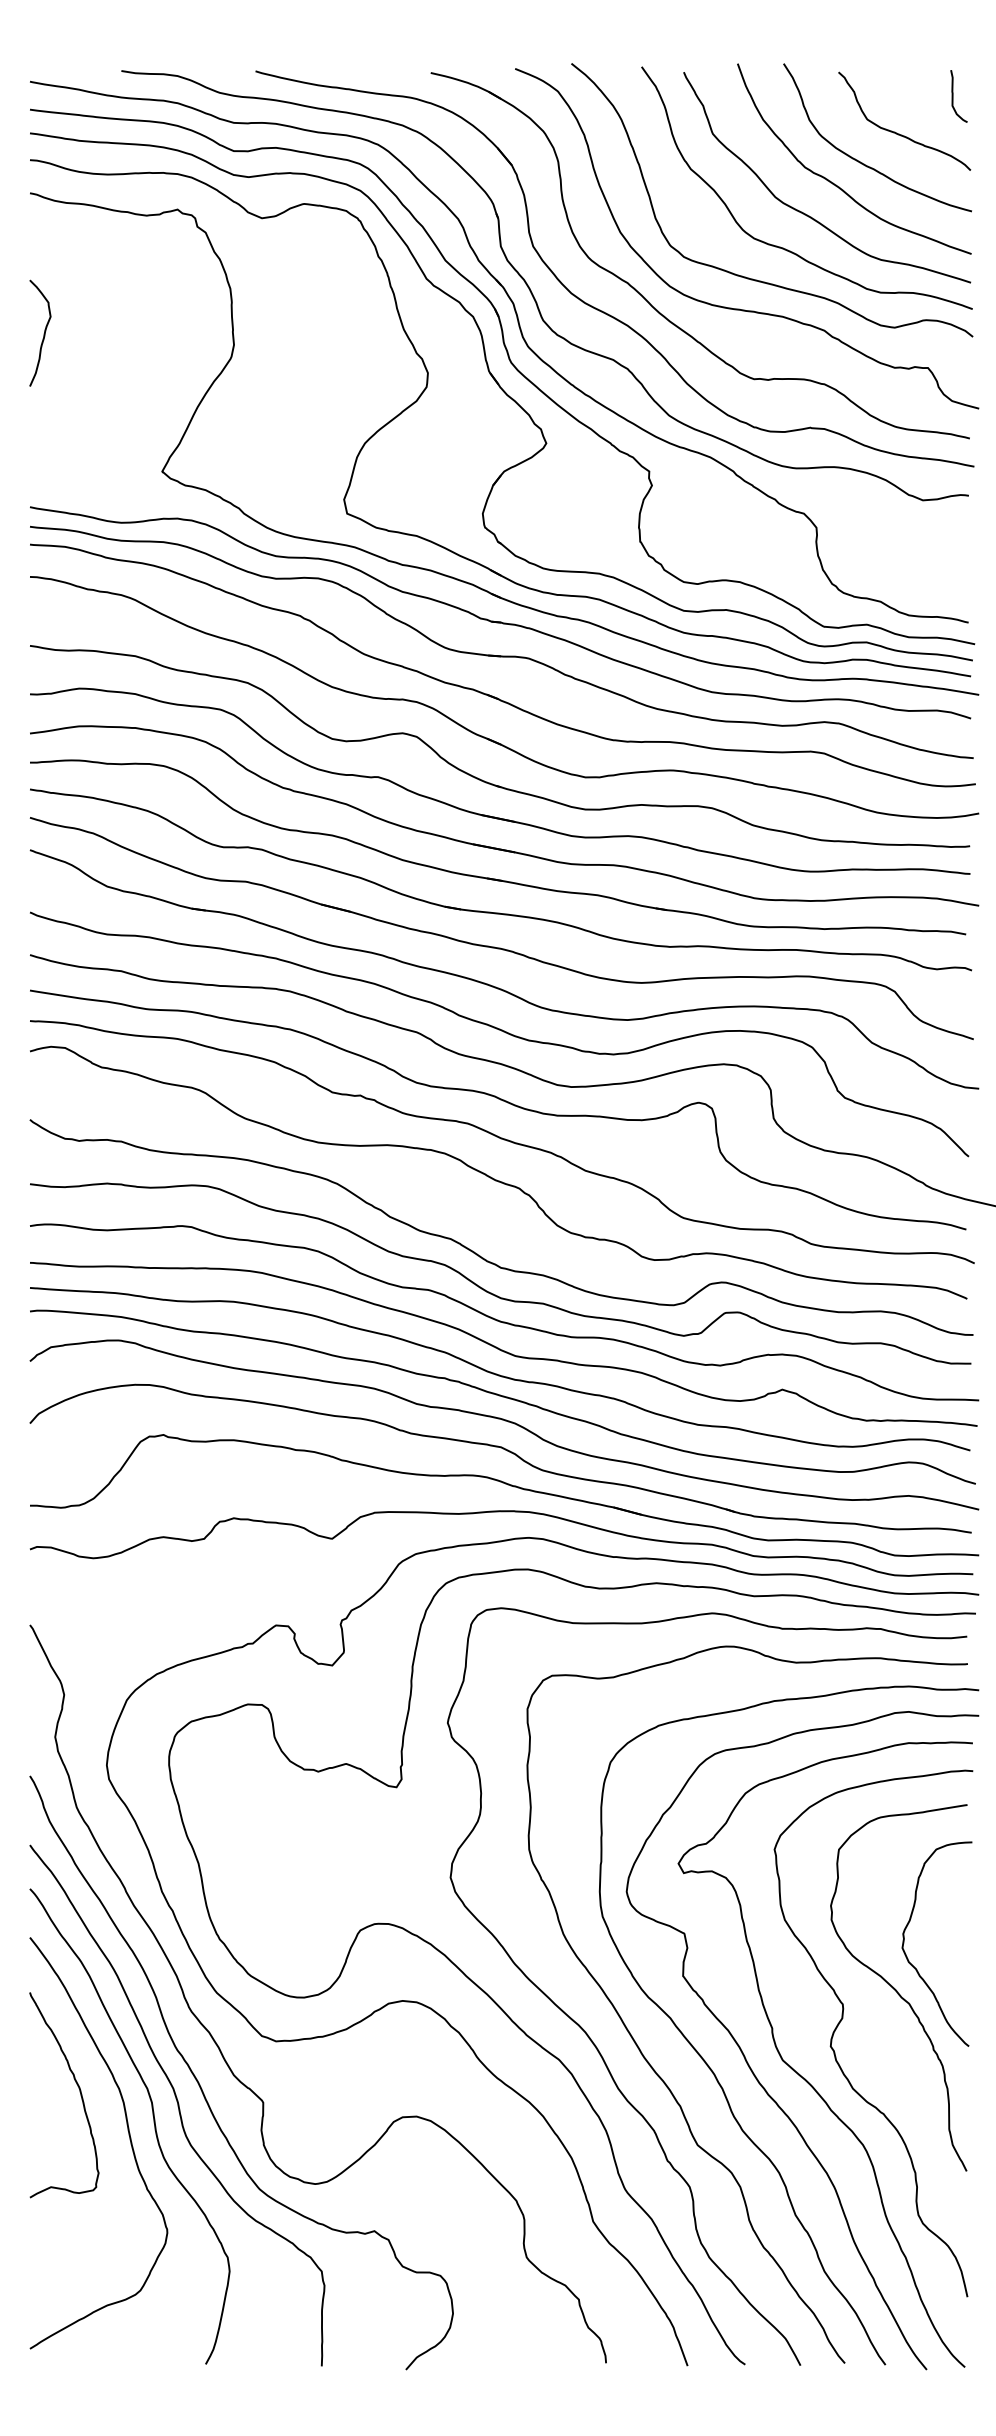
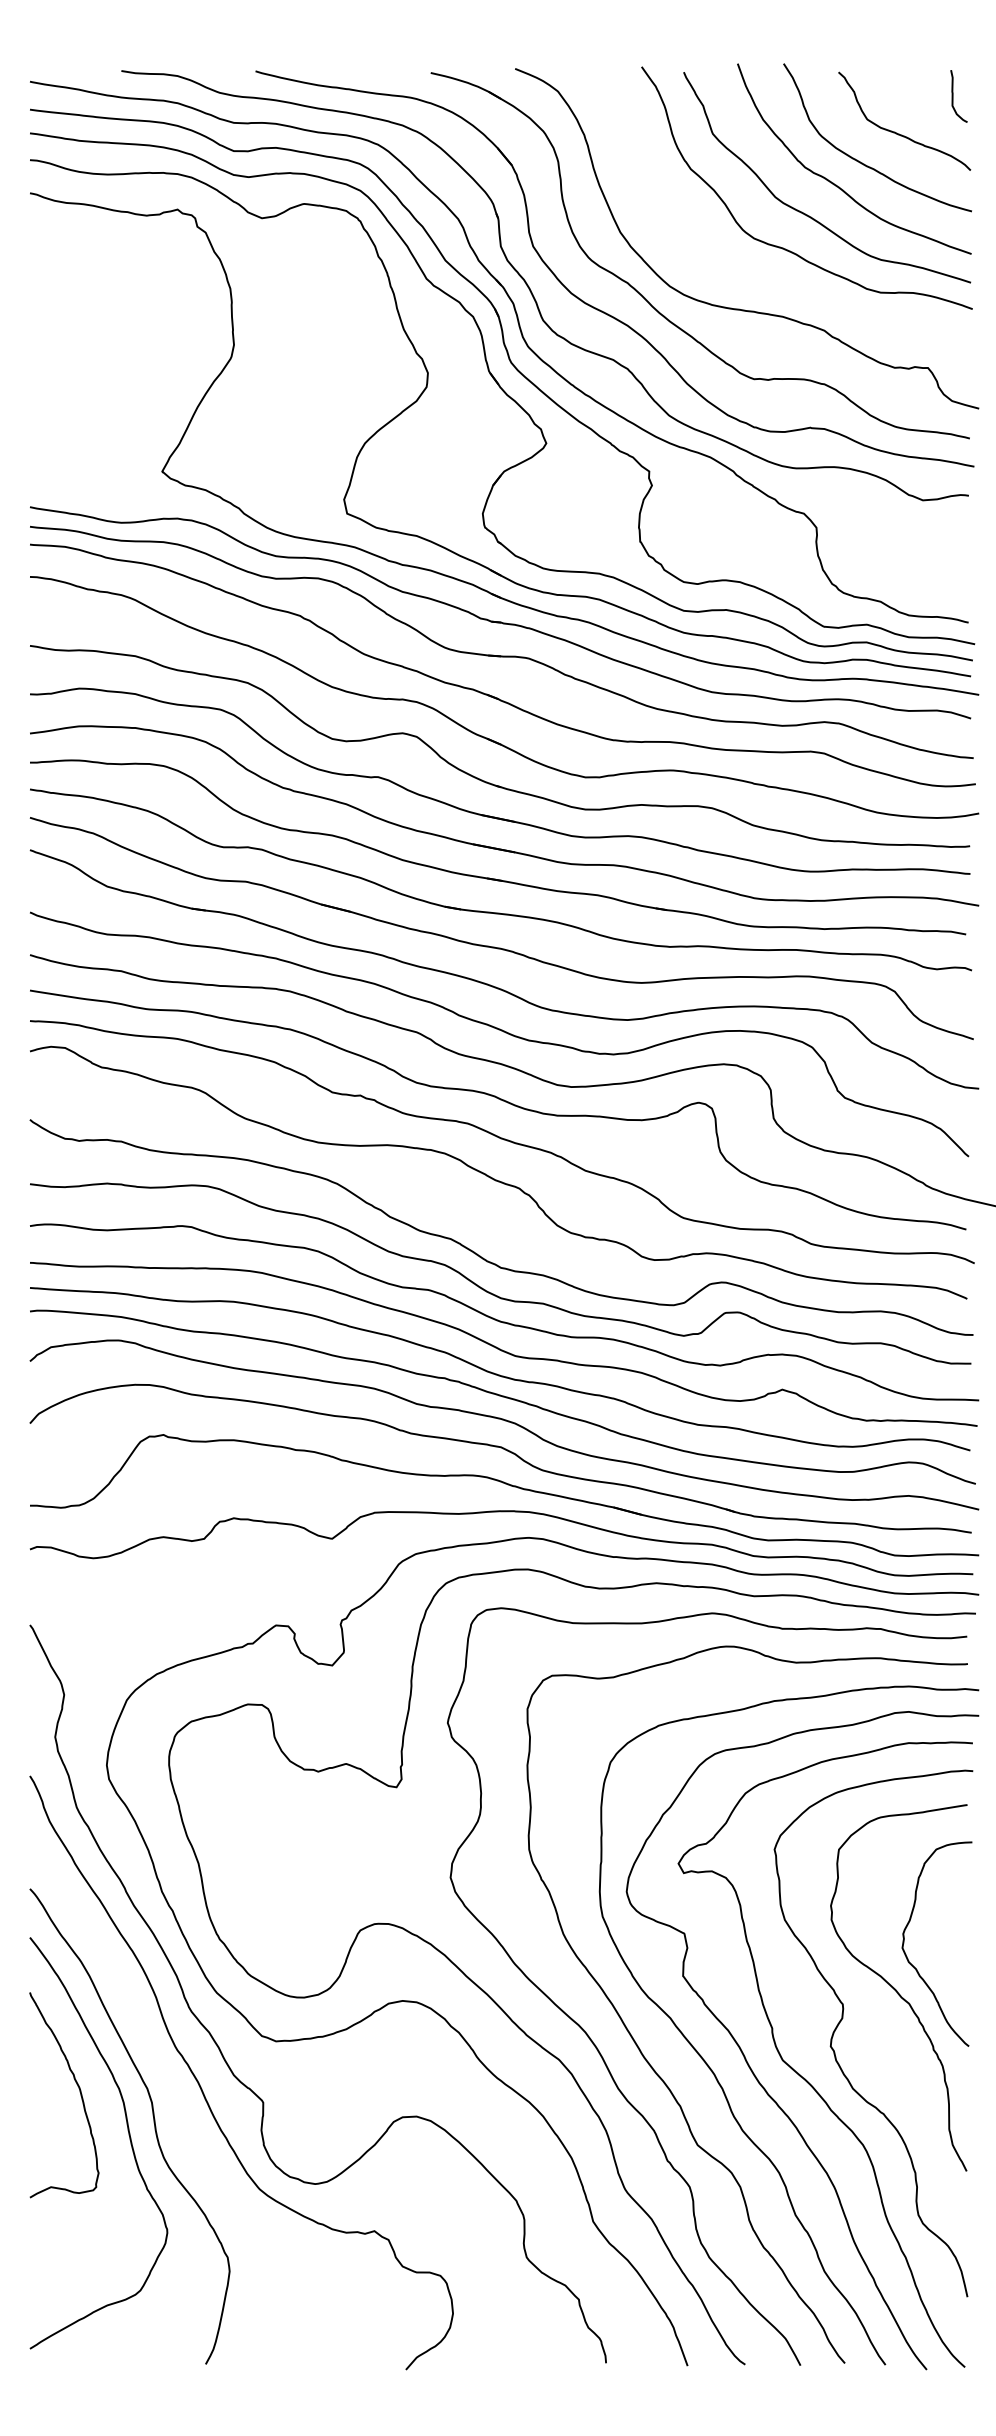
curve at (749, 277): present -> none
curve at (43, 333): present -> none
curve at (177, 2105): present -> none
